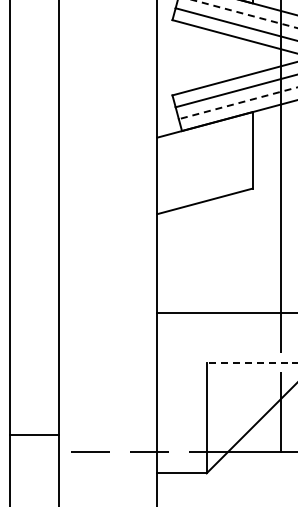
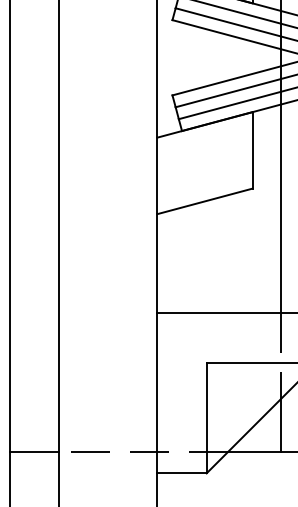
line at (245, 14): dashed -> solid
line at (238, 103): dashed -> solid
line at (251, 362): dashed -> solid
line at (33, 434) position: (33, 434) -> (33, 451)
